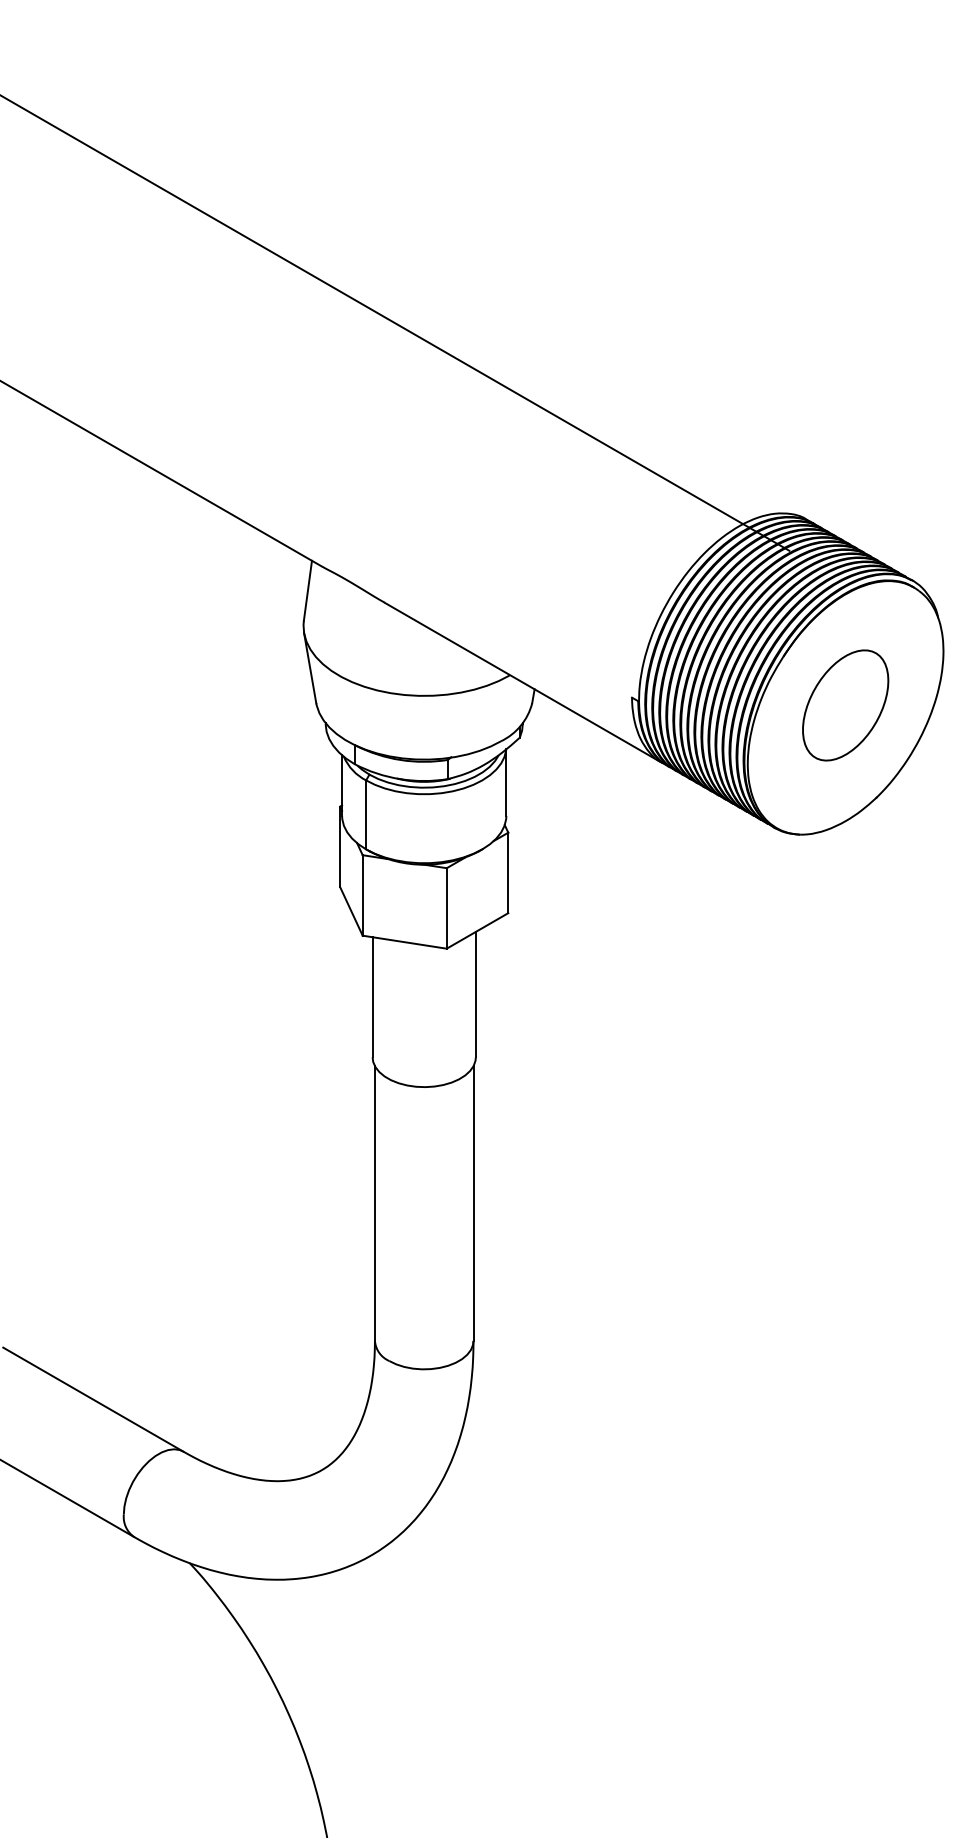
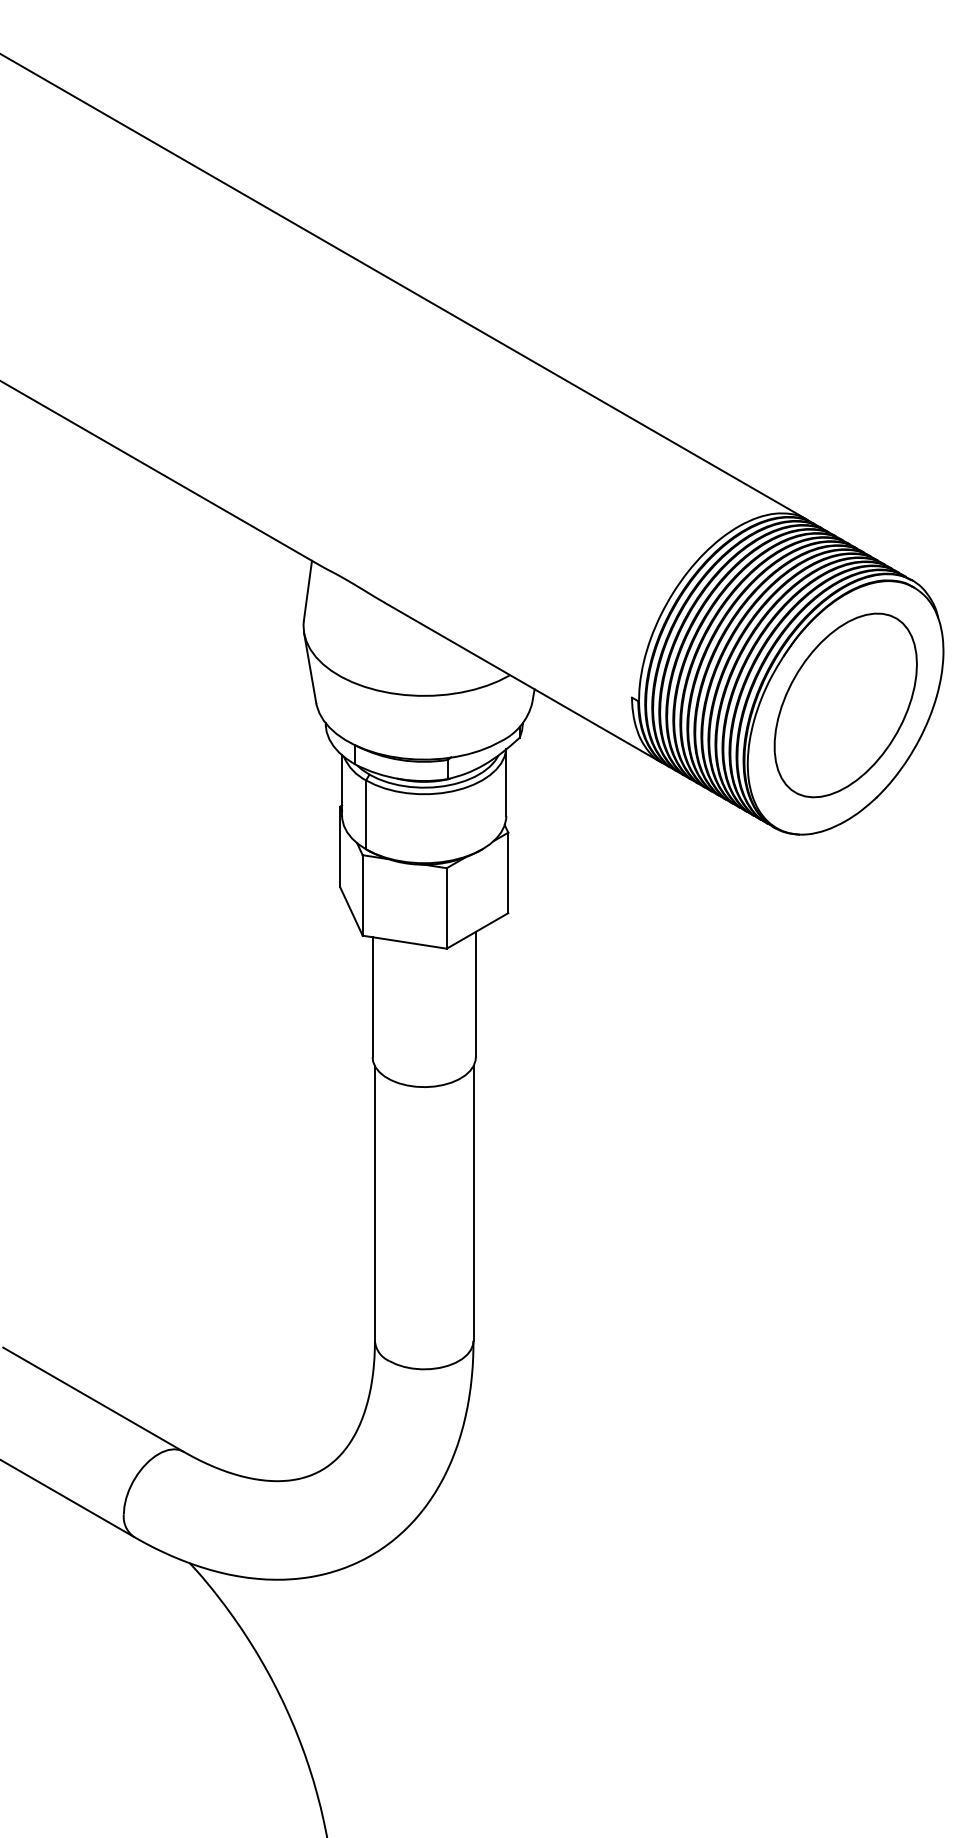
line at (395, 323) position: (395, 323) -> (404, 287)
part at (845, 705) size: 88x113 px -> 145x187 px
